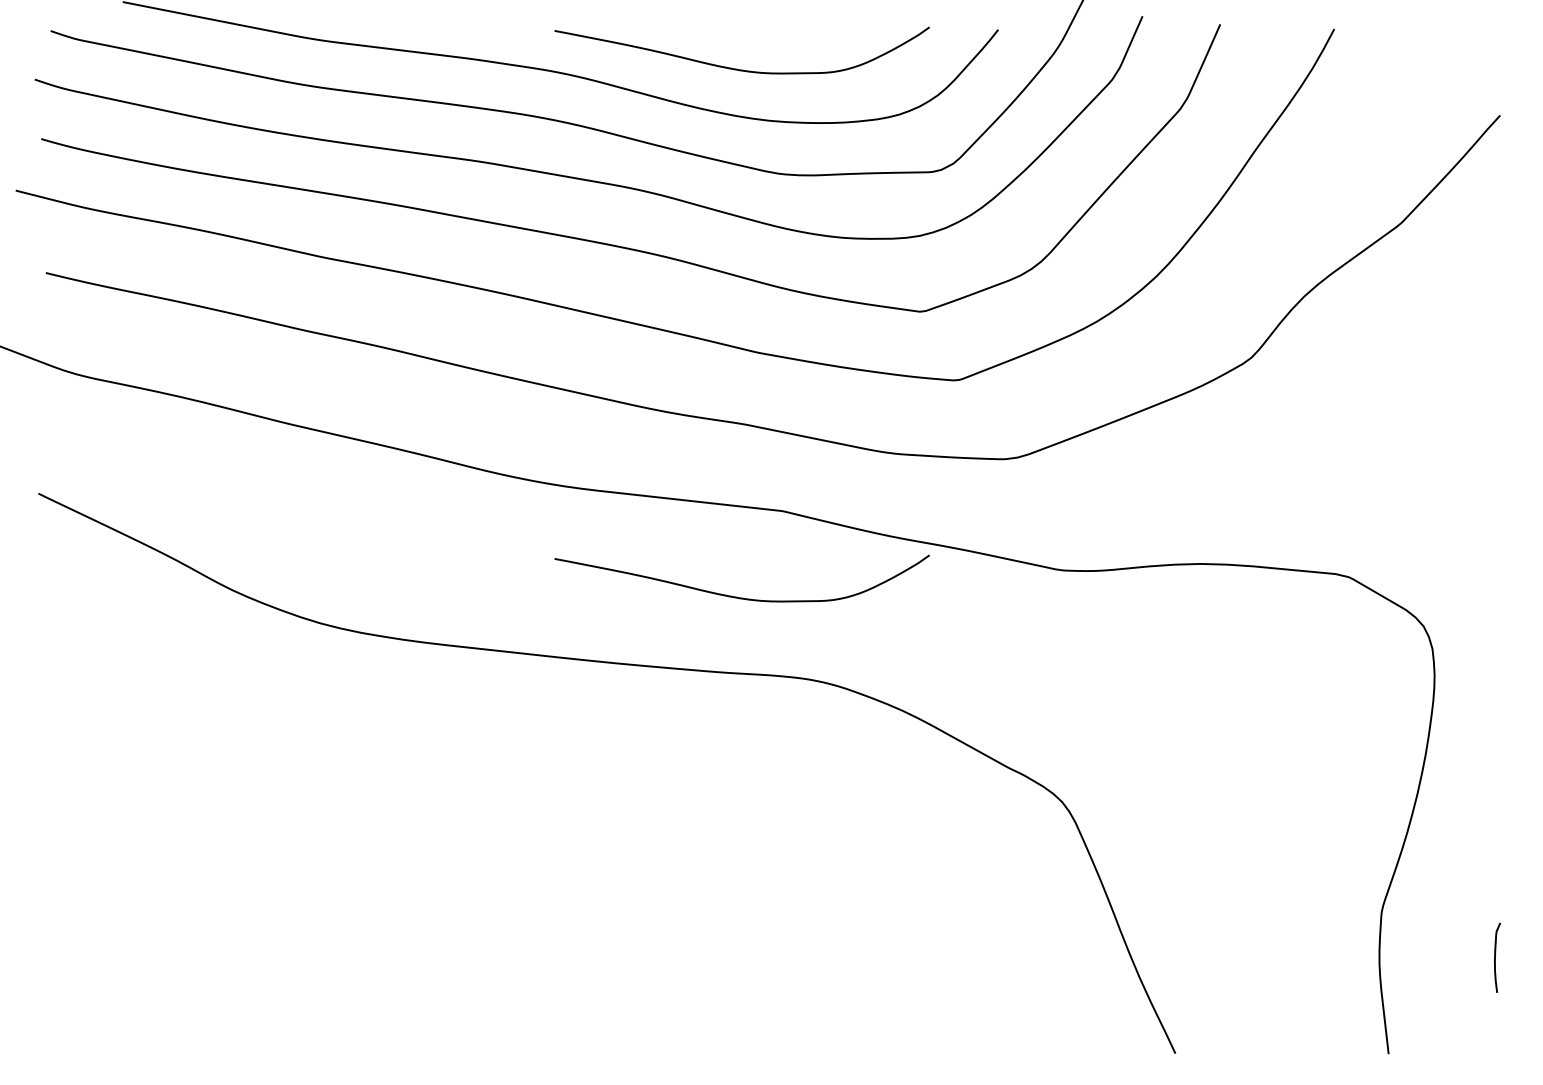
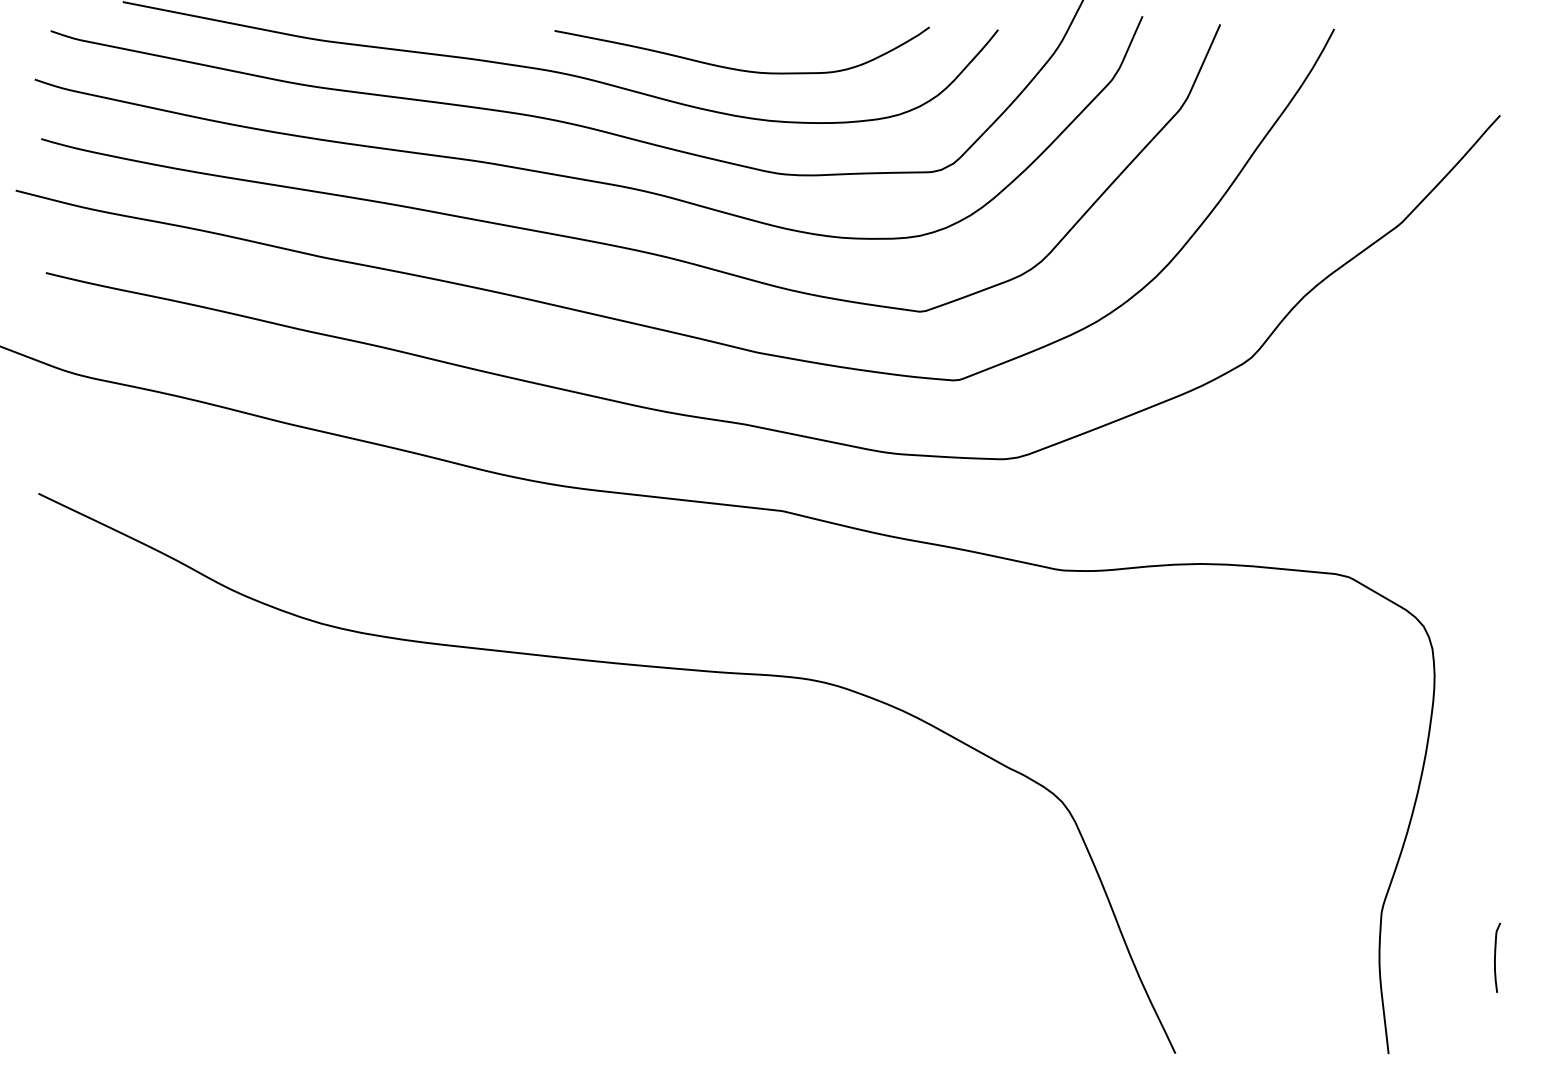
curve at (737, 596): present -> none
